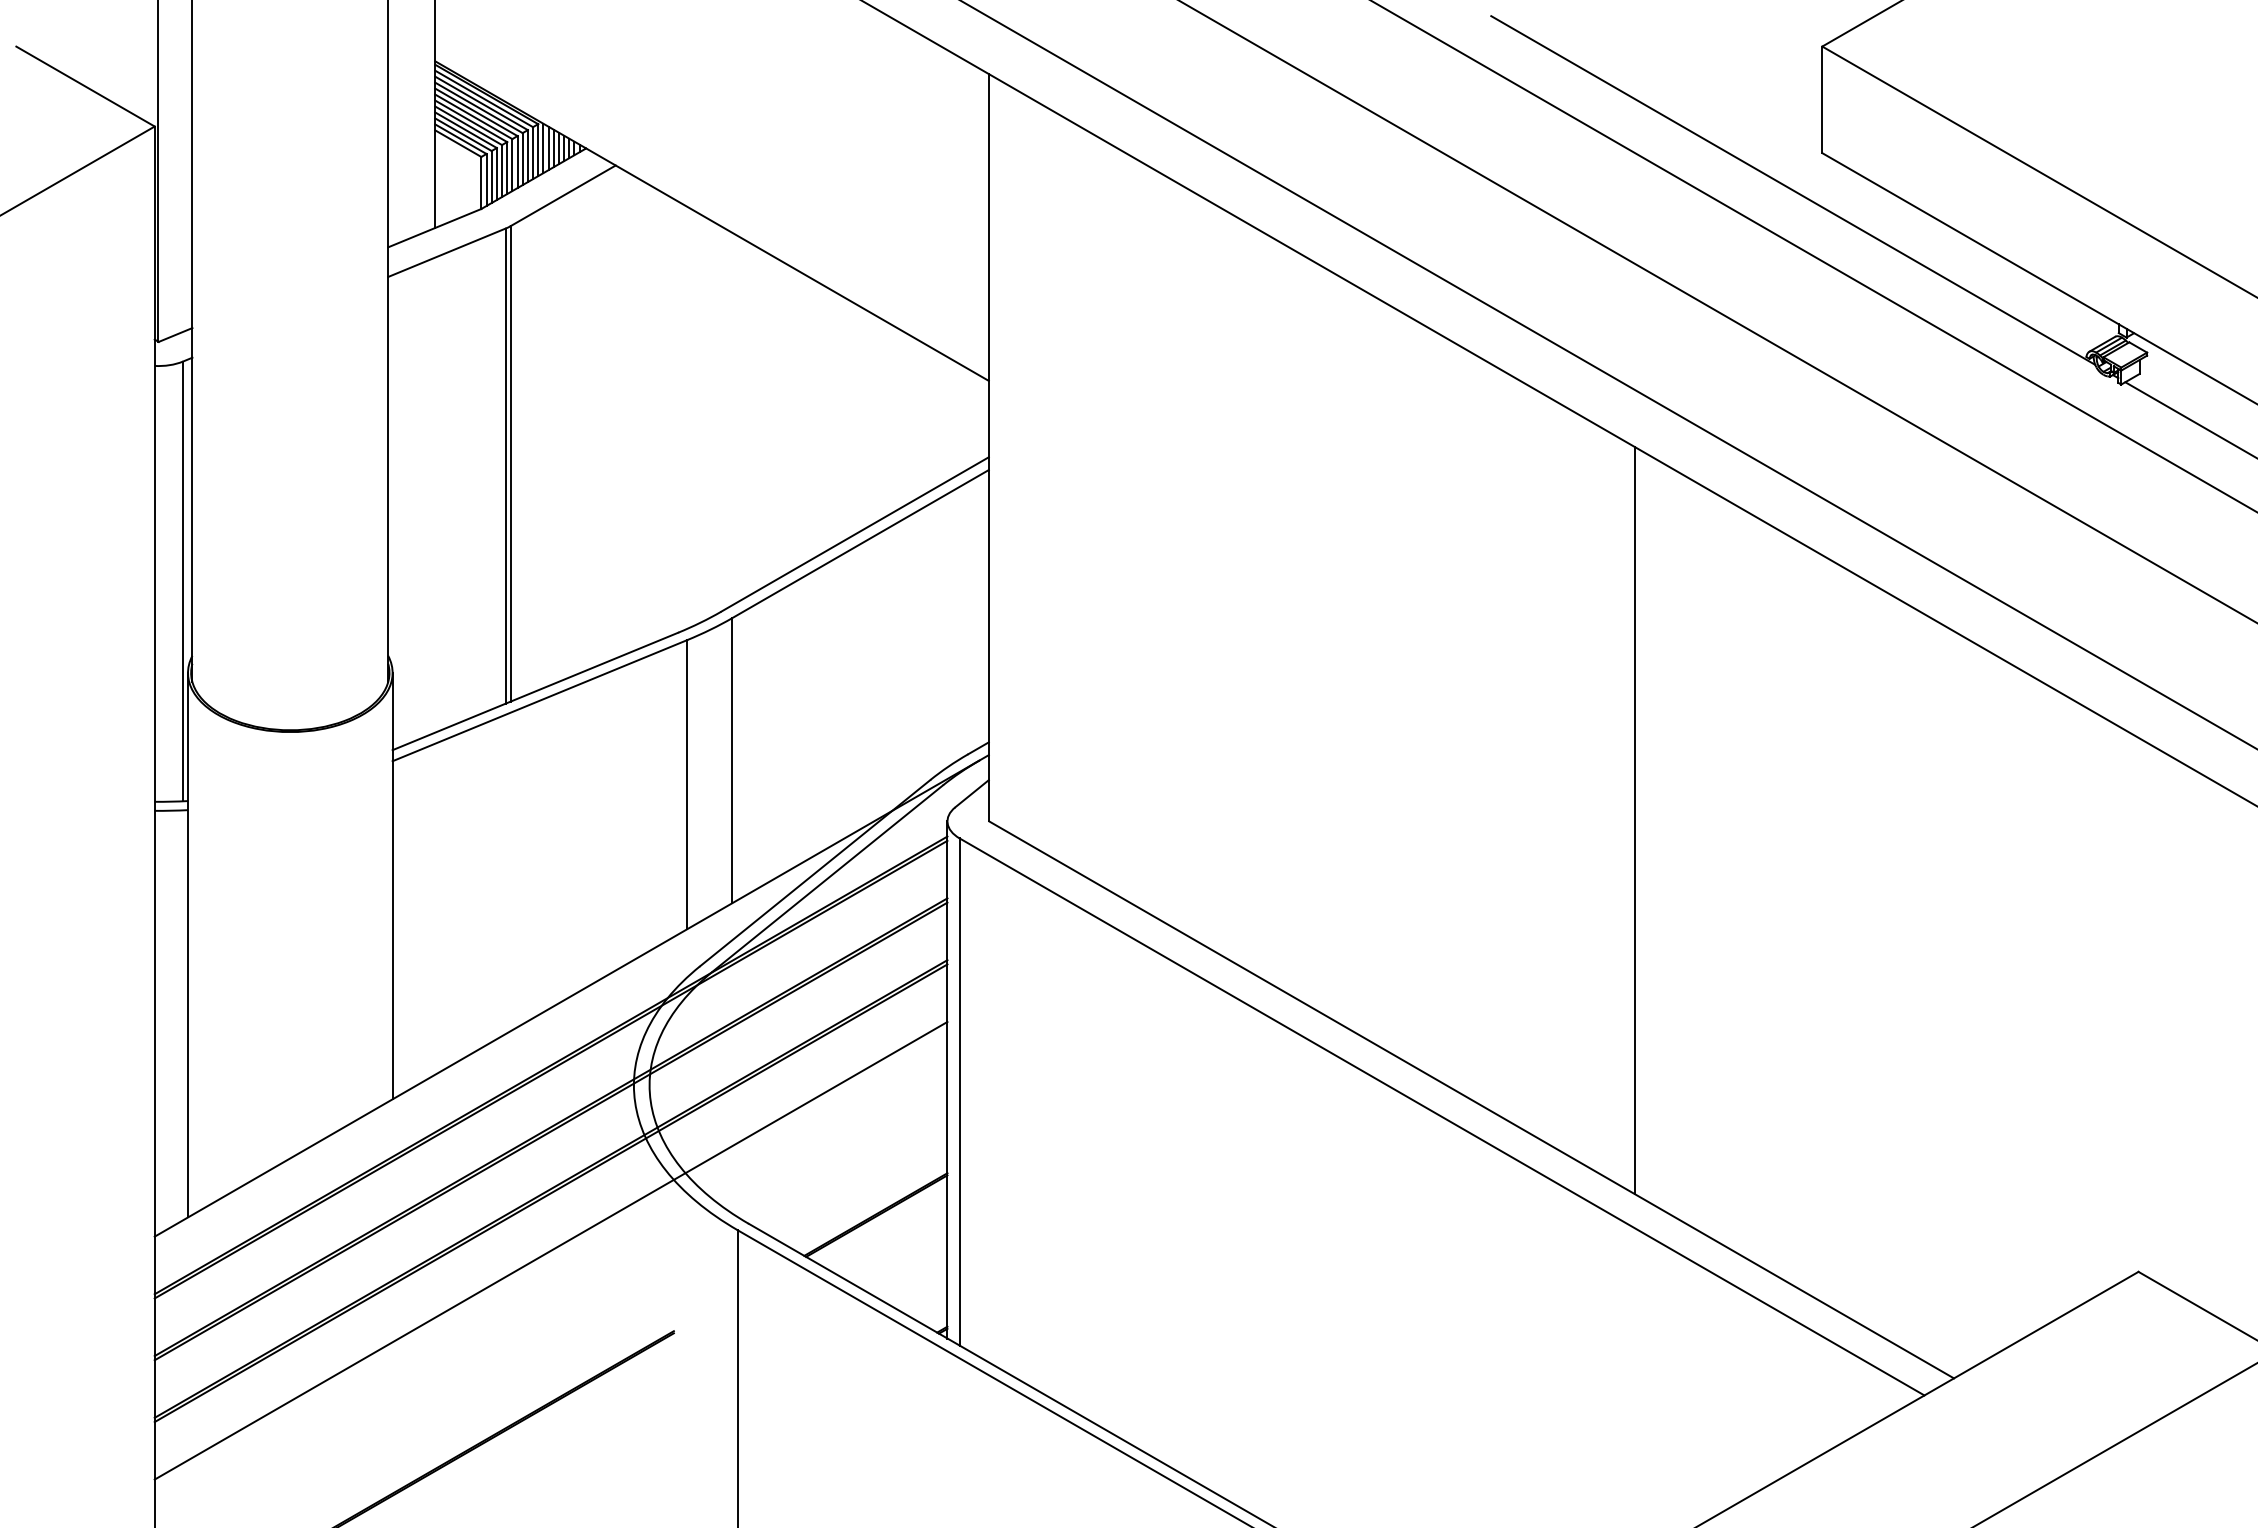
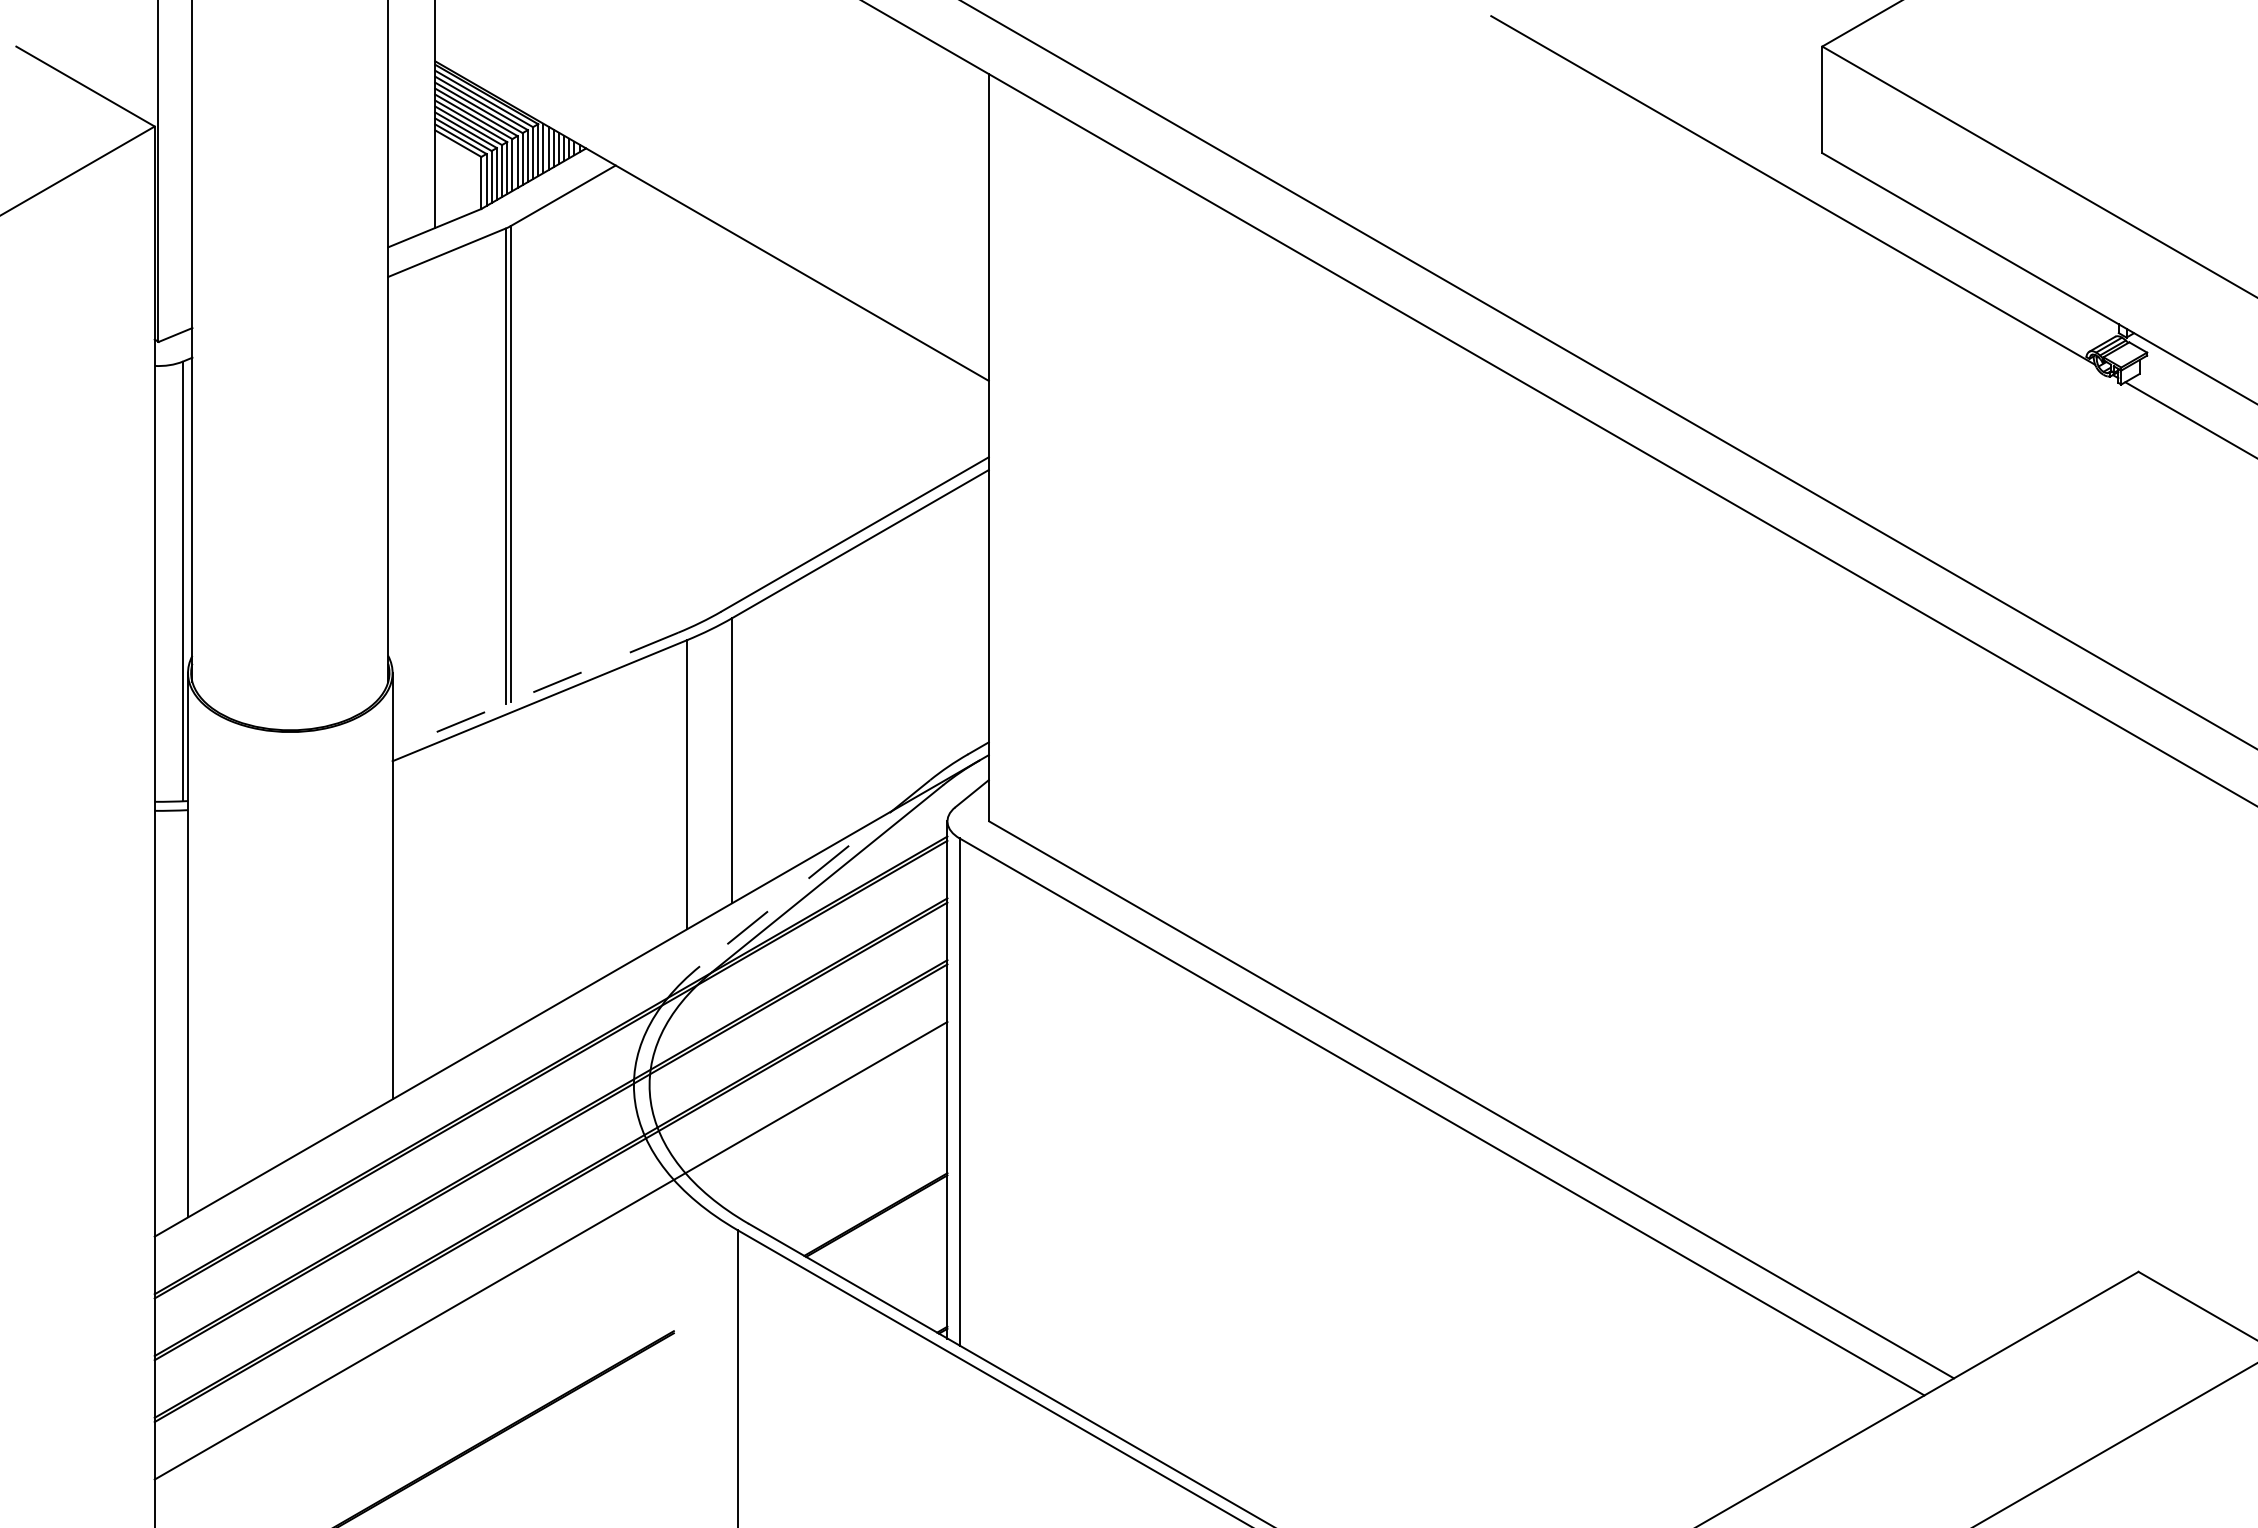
line at (1814, 256): present -> none
line at (1717, 311): present -> none
line at (534, 691): solid -> dashed
line at (1634, 820): present -> none
line at (814, 873): solid -> dashed
